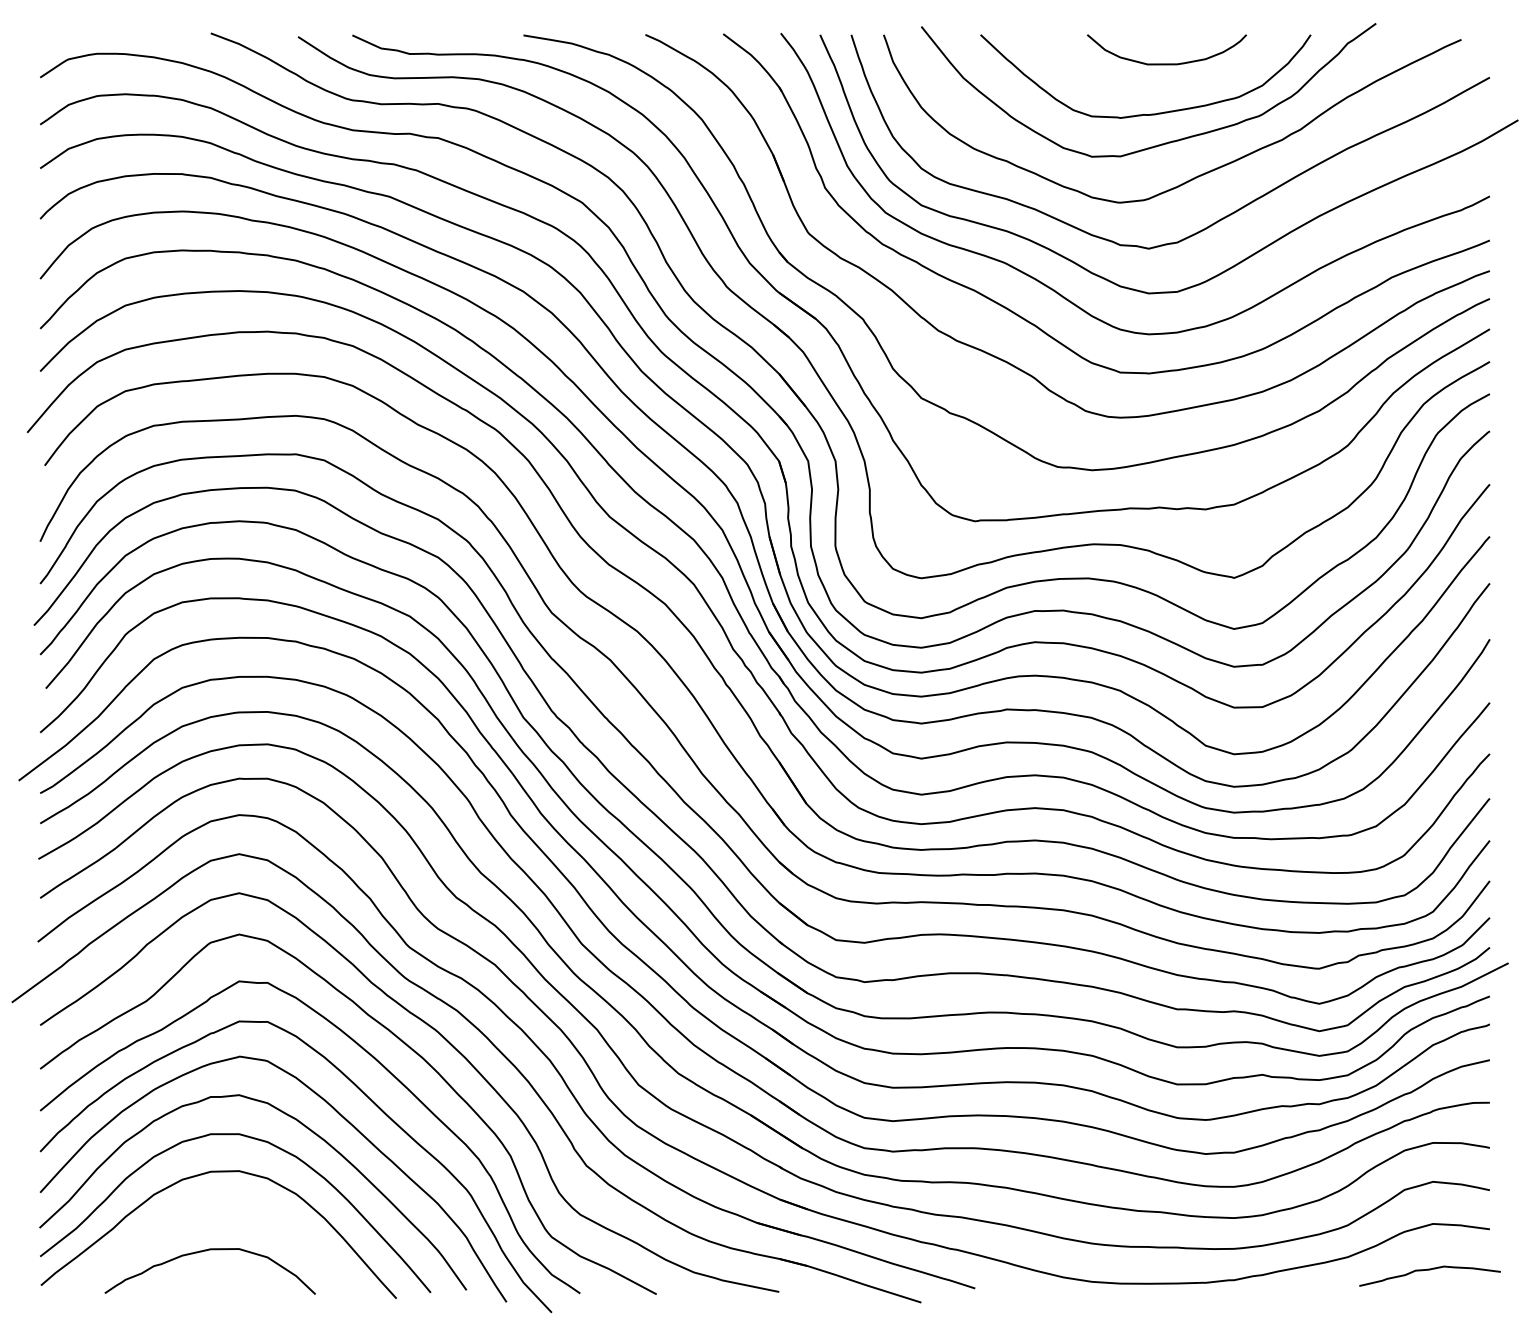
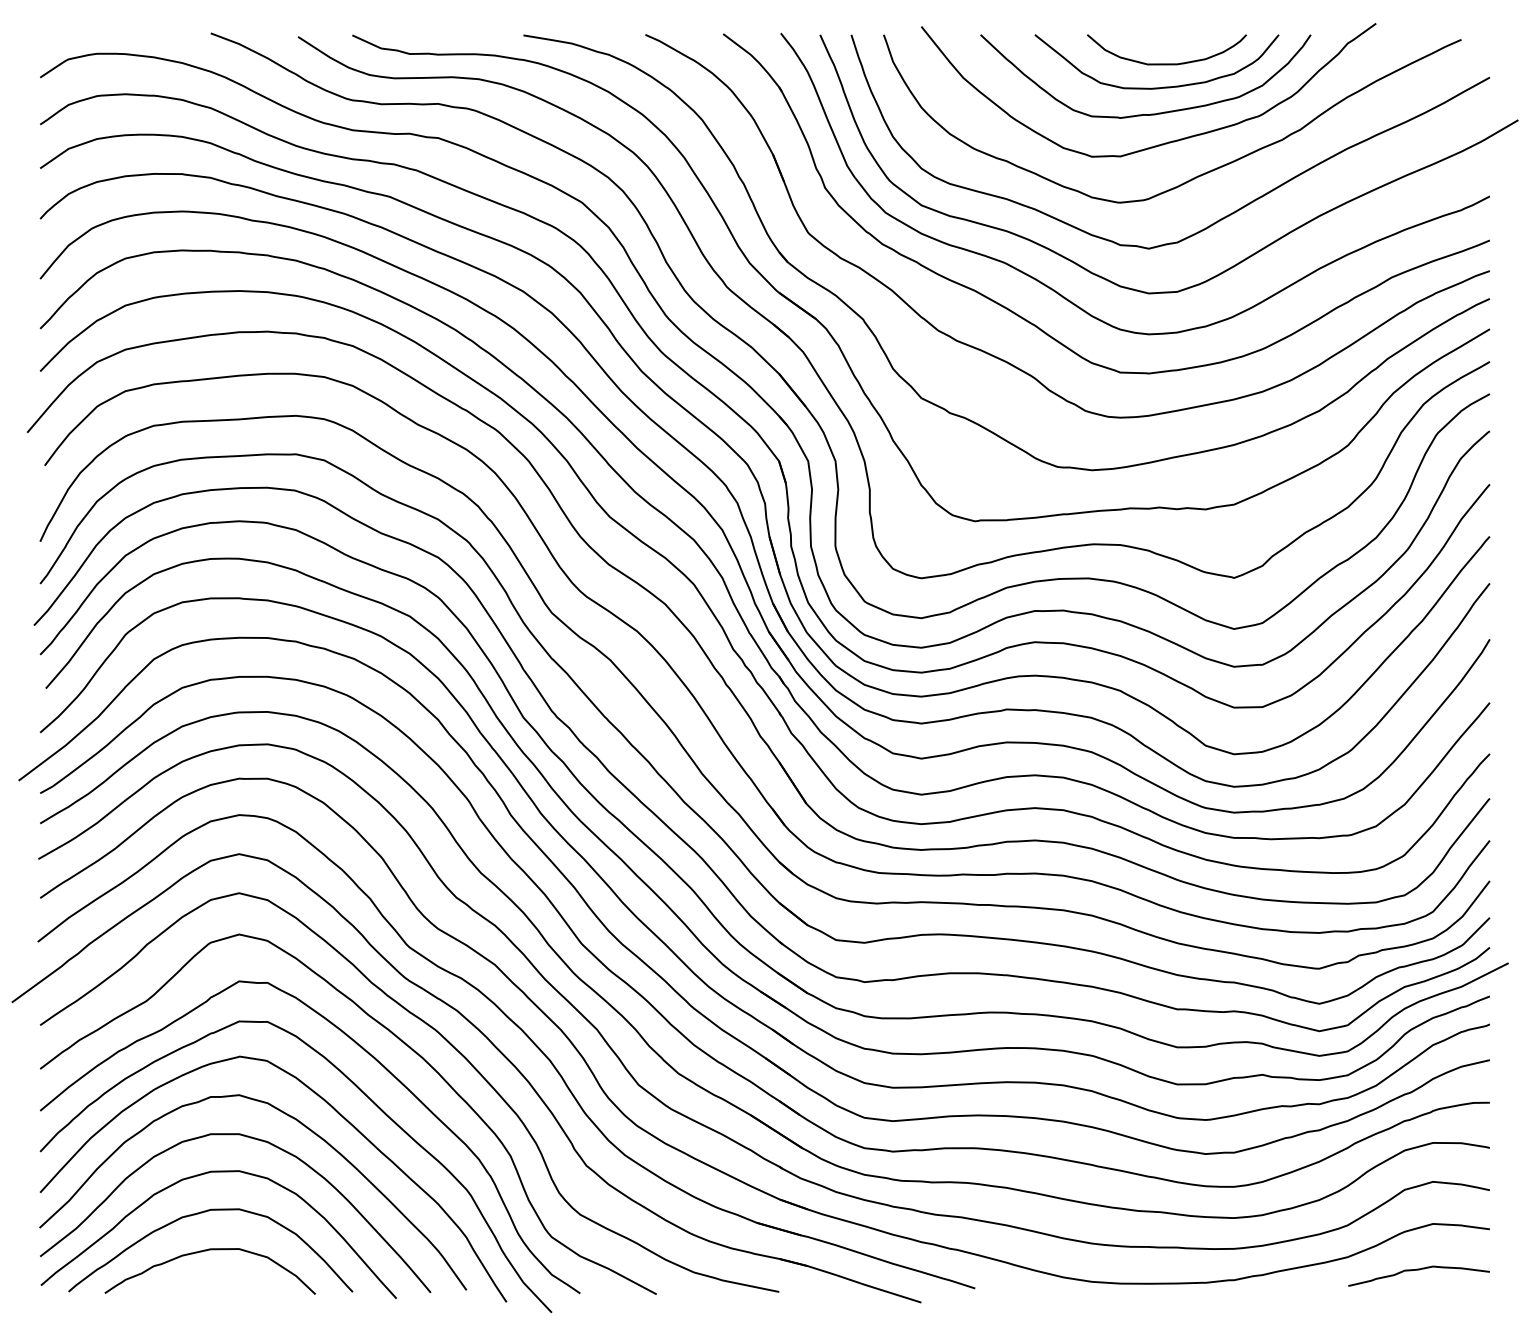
curve at (1163, 86): none -> present
curve at (202, 1213): none -> present
curve at (1429, 1270) position: (1429, 1270) -> (1418, 1270)
